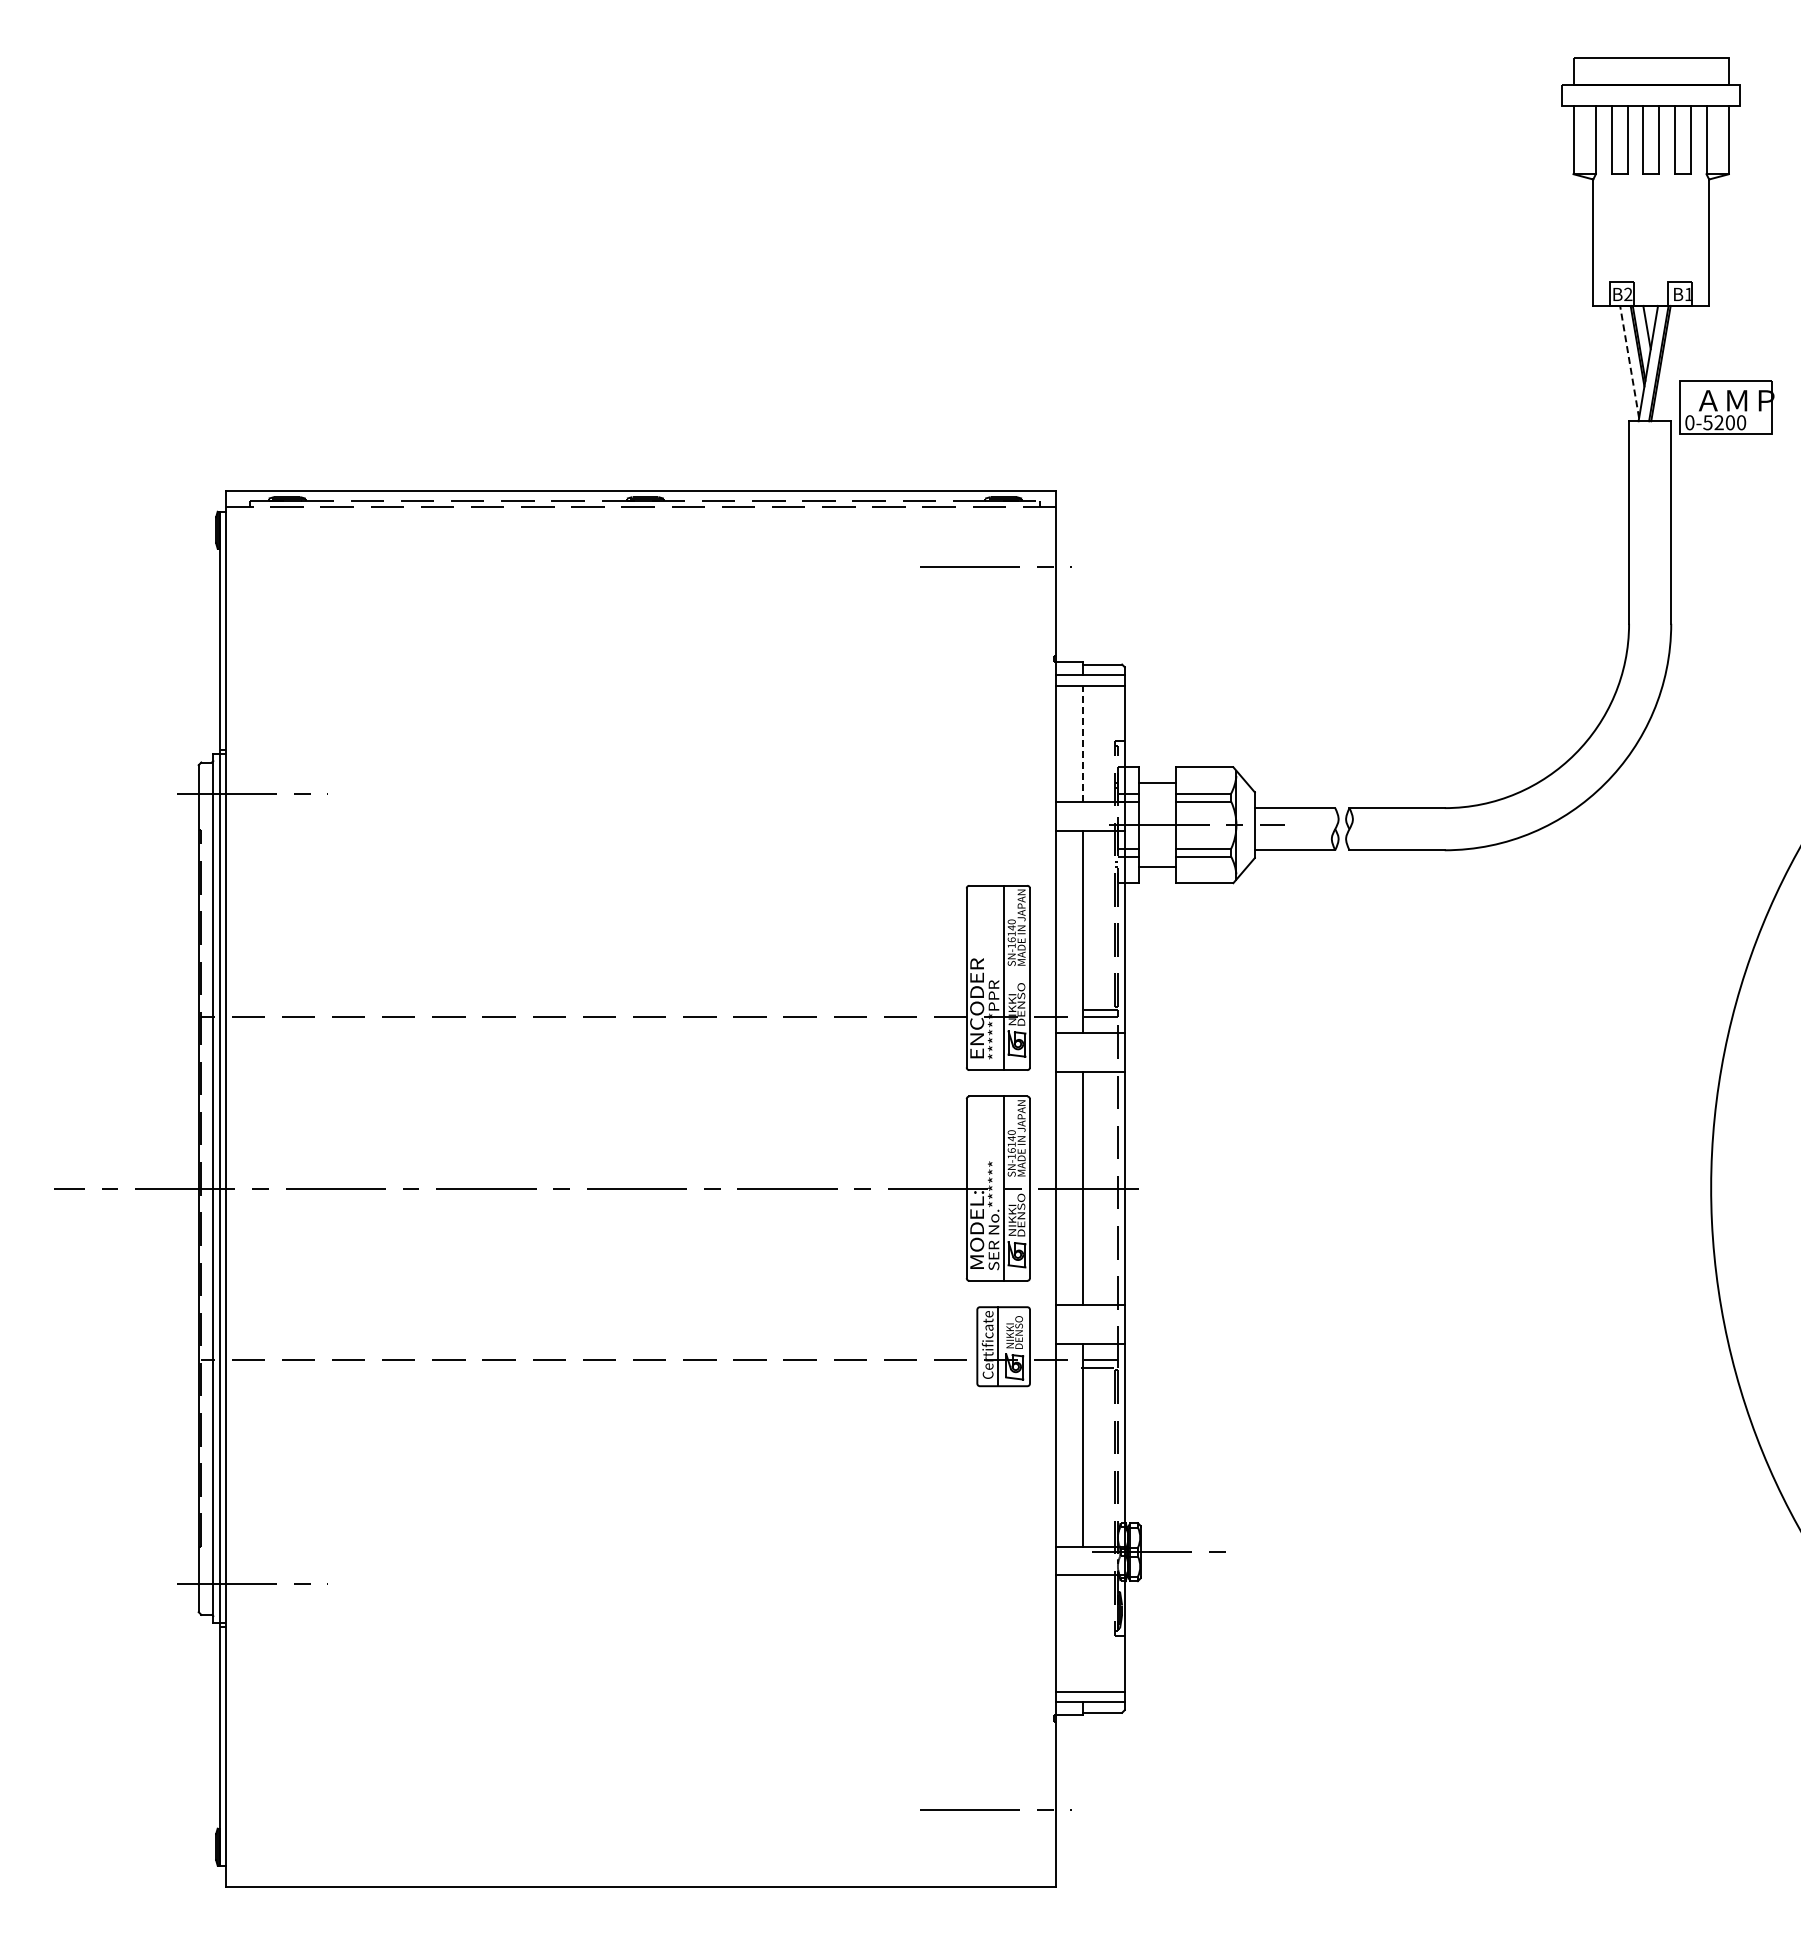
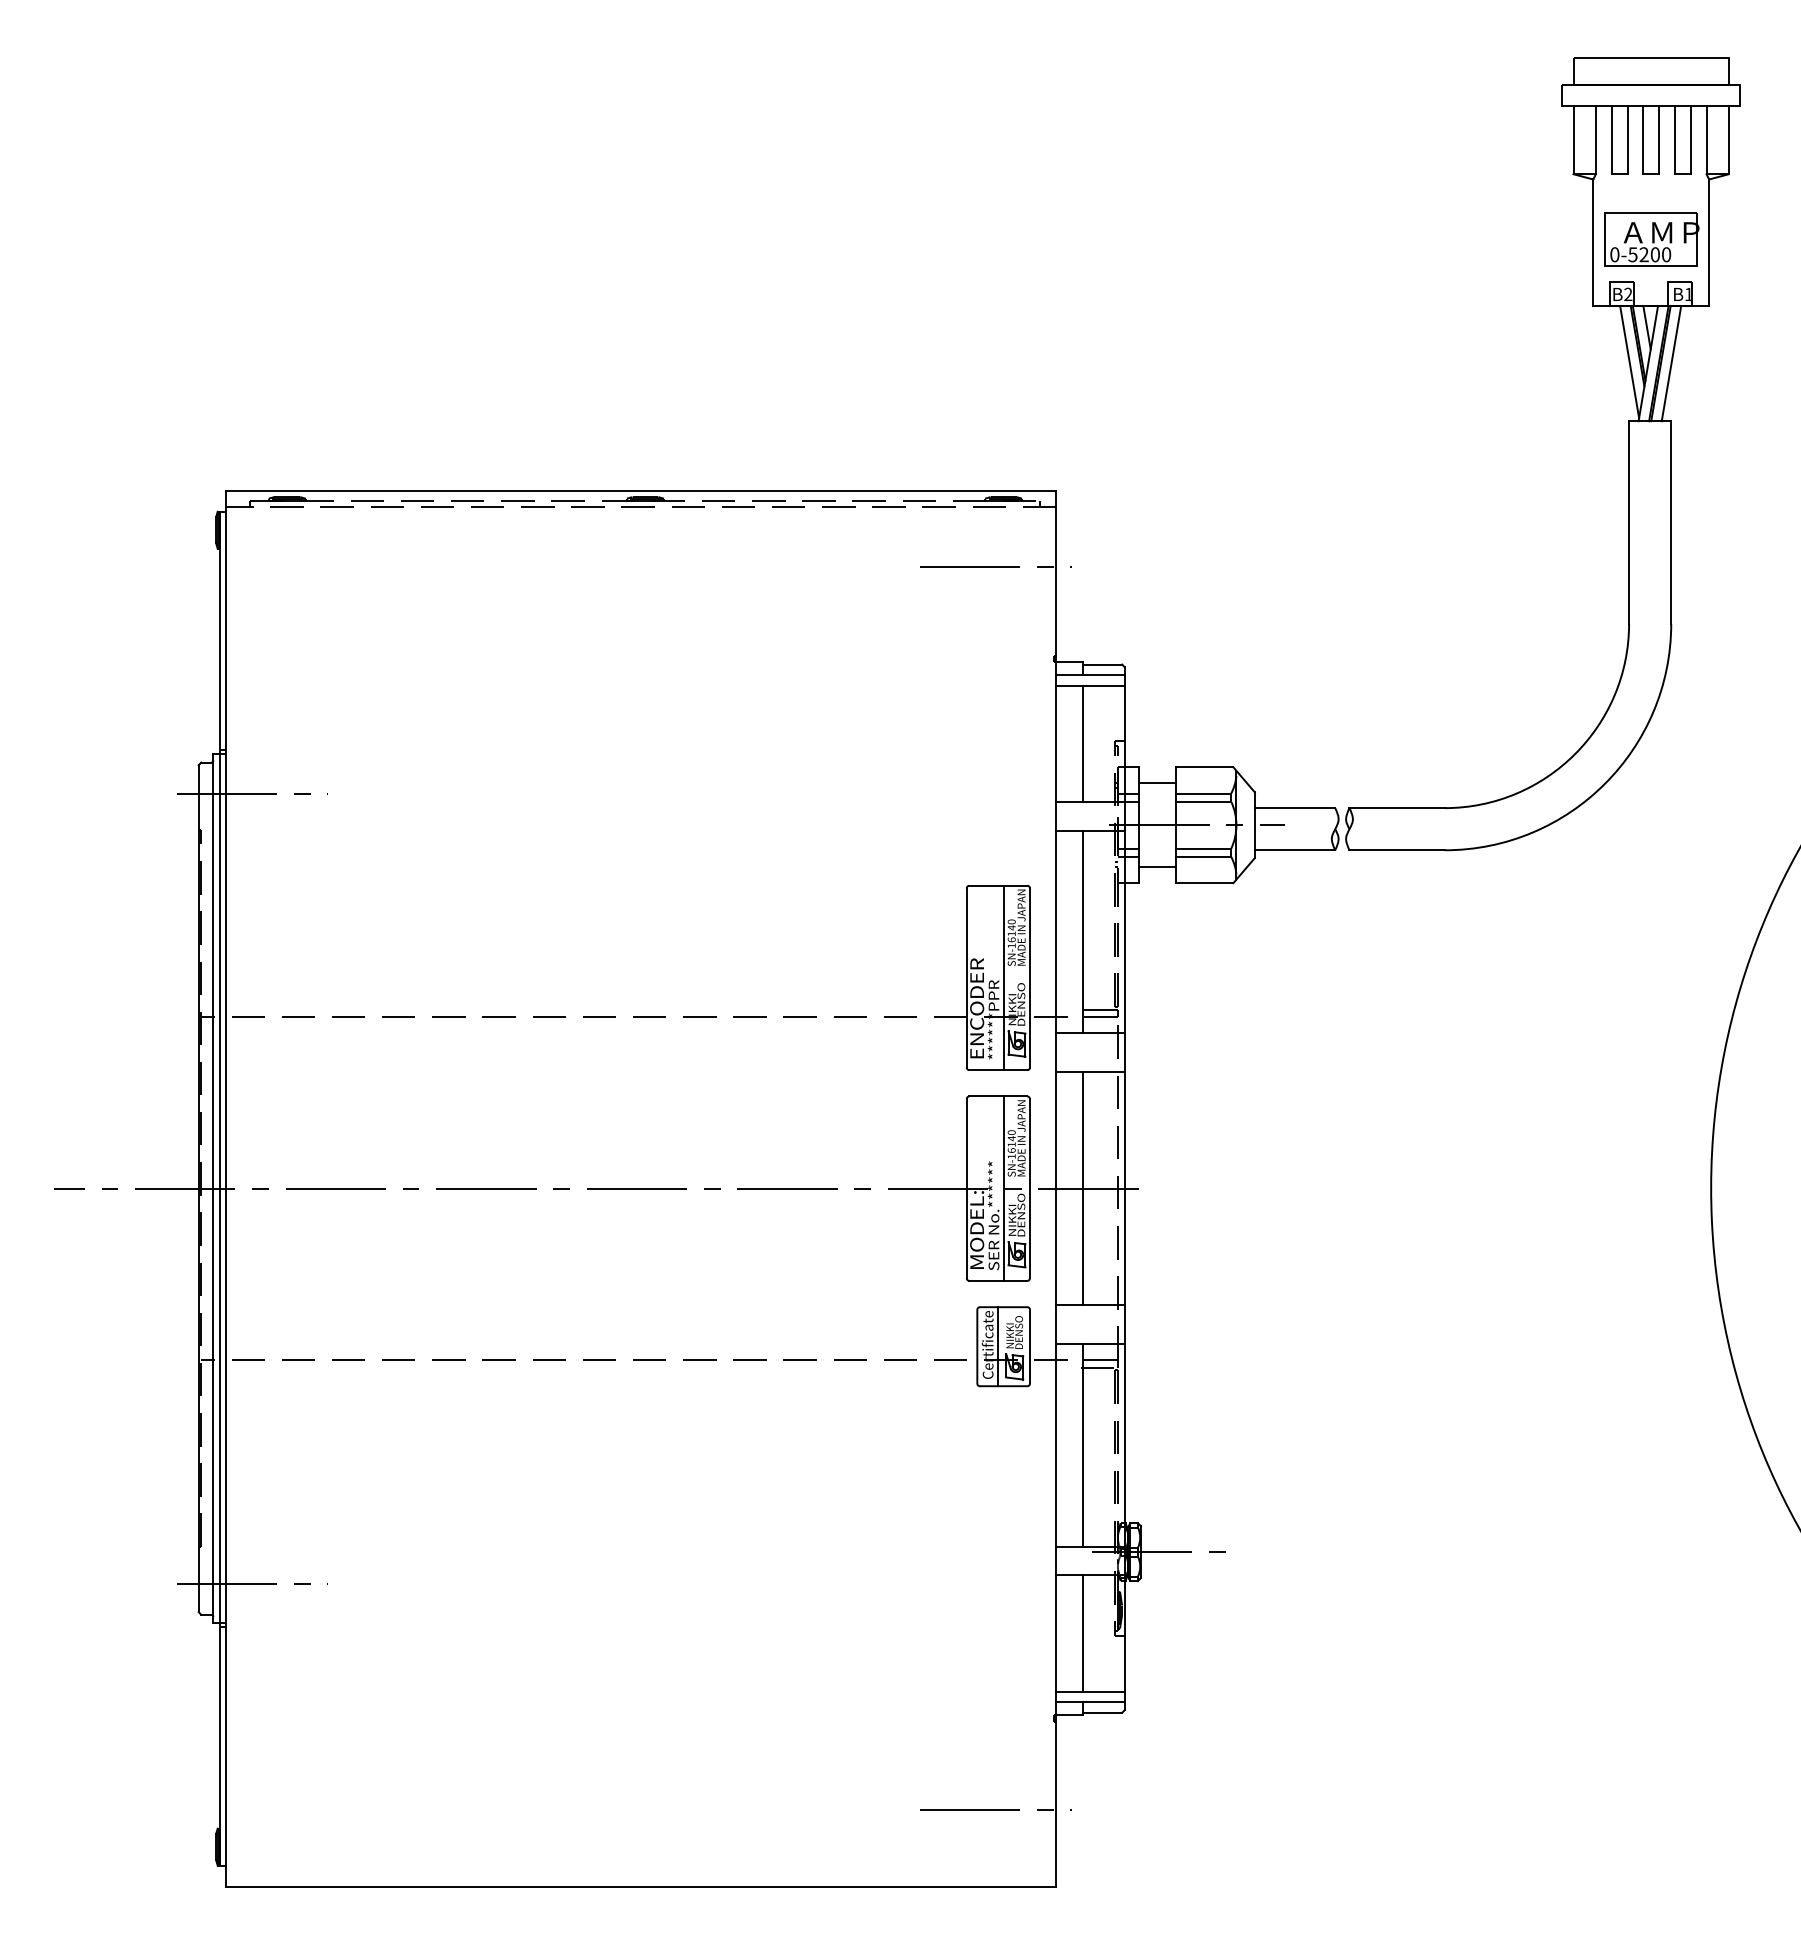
line at (1629, 362): dashed -> solid
line at (1671, 363): none -> present
part at (1726, 407) position: (1726, 407) -> (1651, 239)
line at (1082, 743): dashed -> solid
line at (1082, 1633): none -> present
